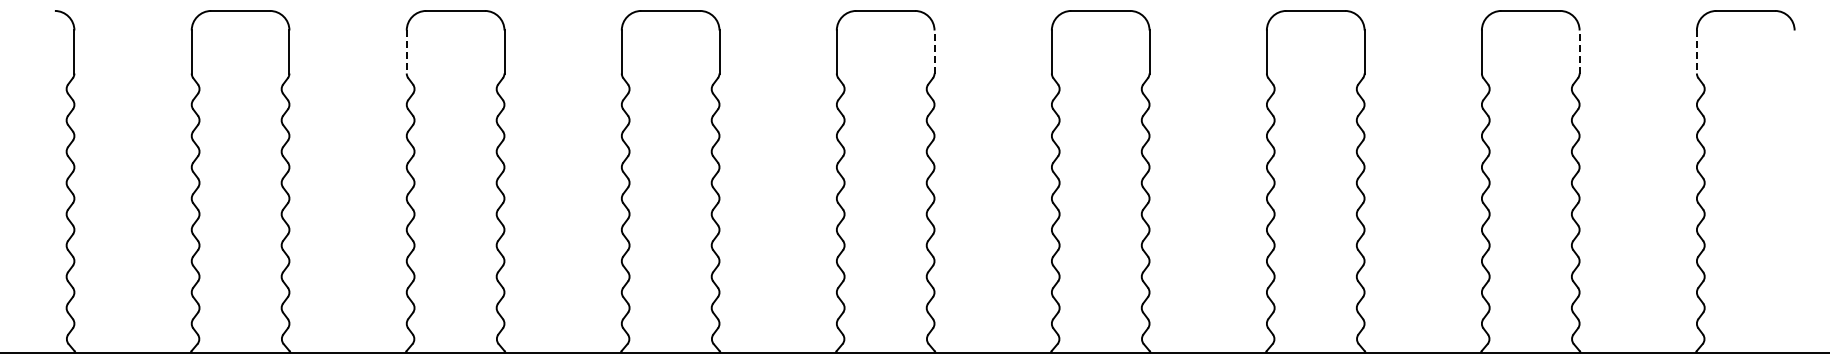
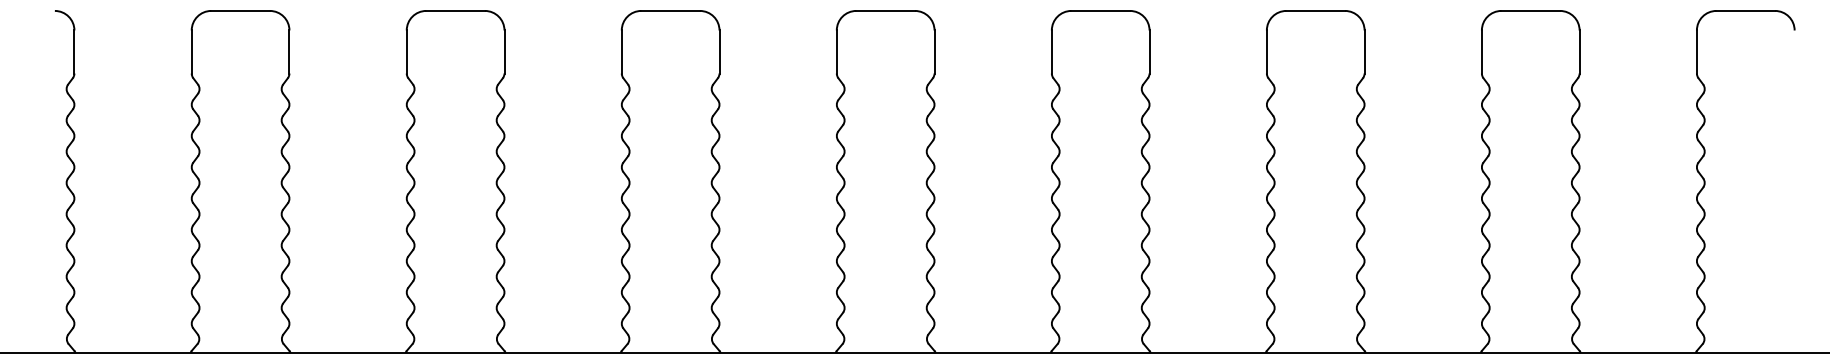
line at (406, 52): dashed -> solid
line at (934, 52): dashed -> solid
line at (1579, 52): dashed -> solid
line at (1696, 52): dashed -> solid
